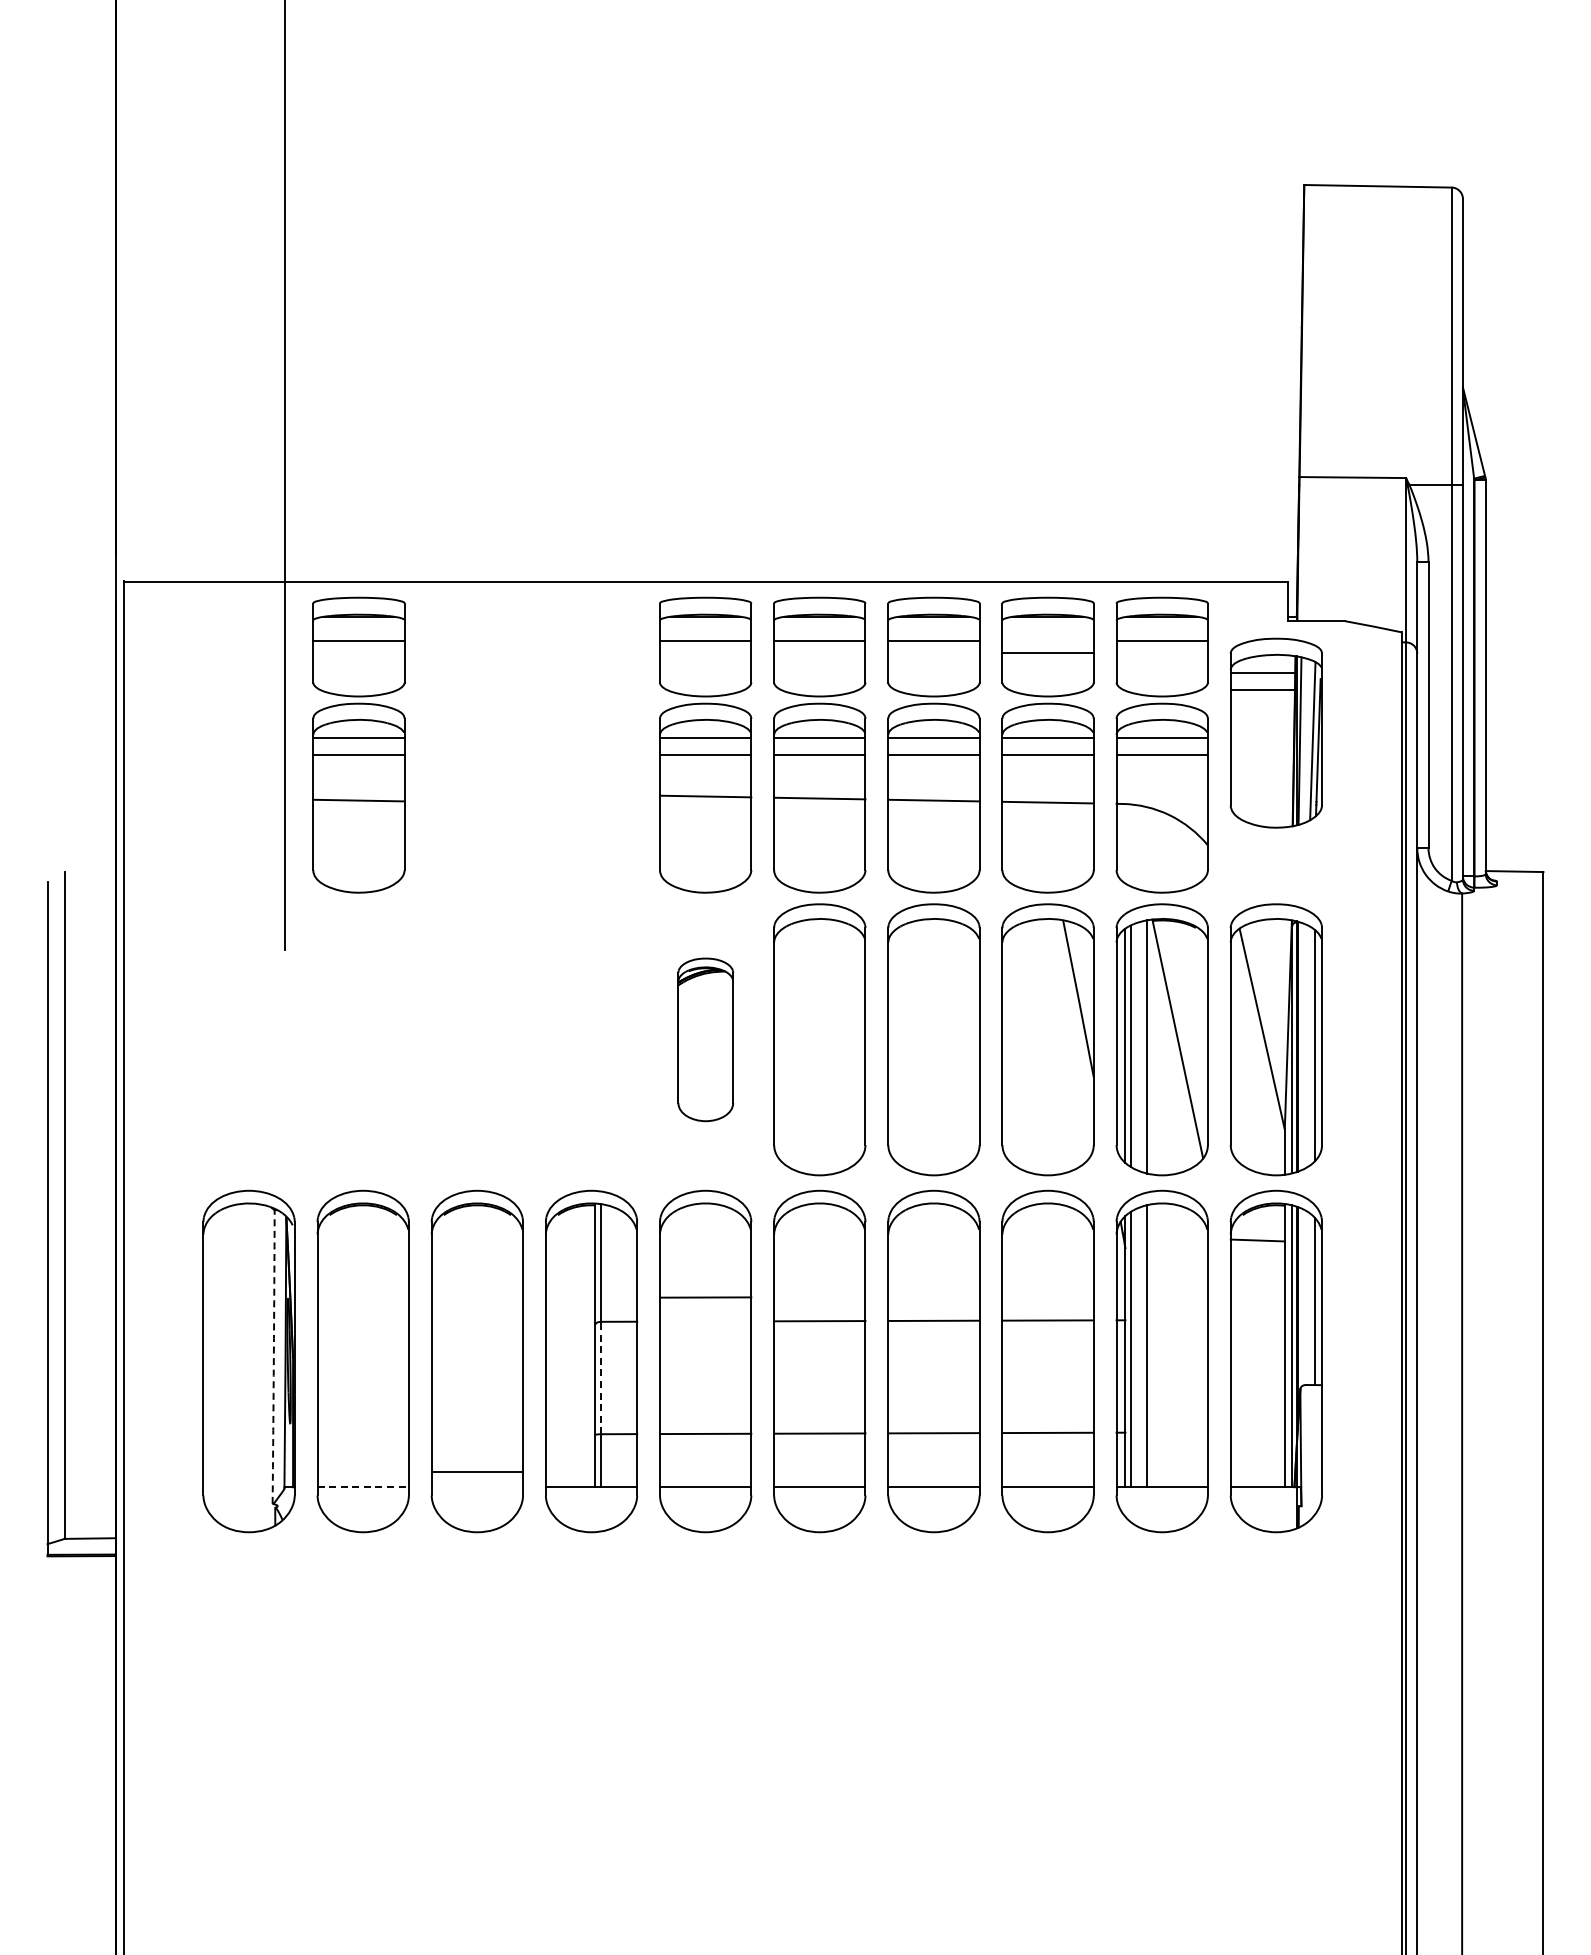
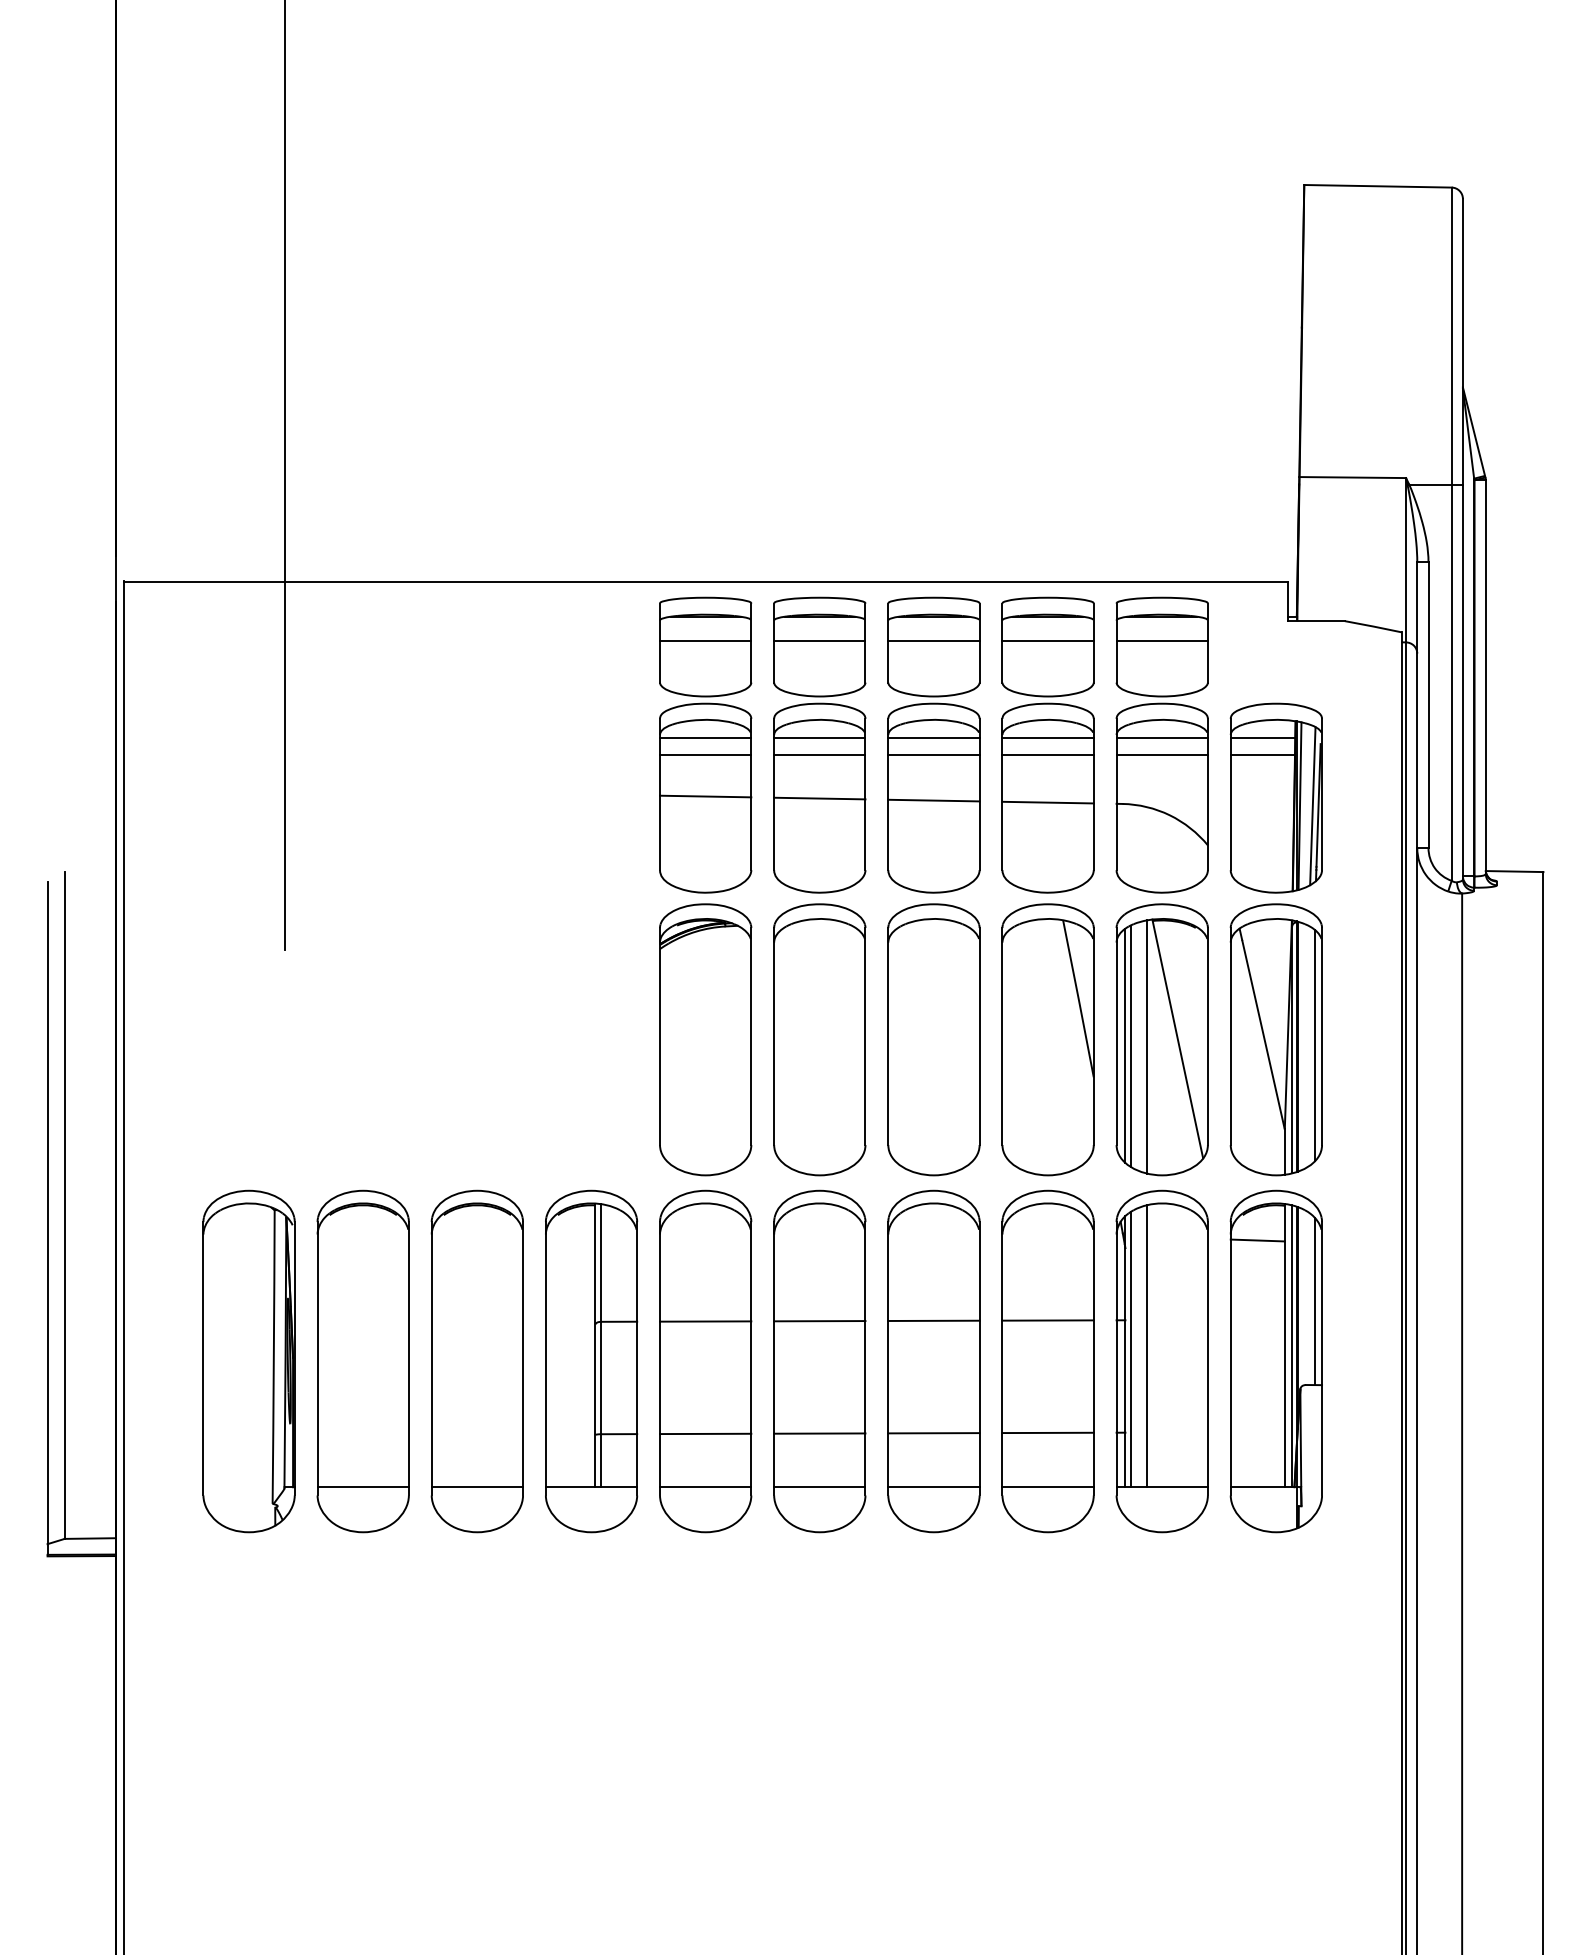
line at (1047, 652) position: (1047, 652) -> (1047, 640)
part at (1275, 732) position: (1275, 732) -> (1275, 797)
part at (358, 744): present -> none
part at (705, 1039) size: 58x166 px -> 94x274 px
line at (705, 1297) position: (705, 1297) -> (705, 1321)
arc at (273, 1356): dashed -> solid
line at (601, 1377): dashed -> solid
line at (477, 1472) position: (477, 1472) -> (477, 1487)
line at (363, 1487): dashed -> solid
